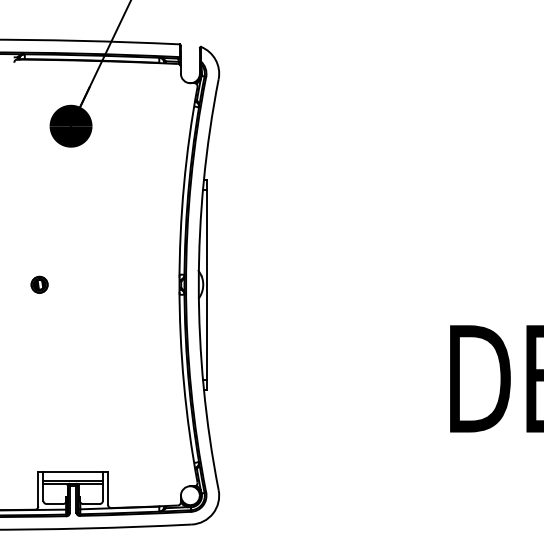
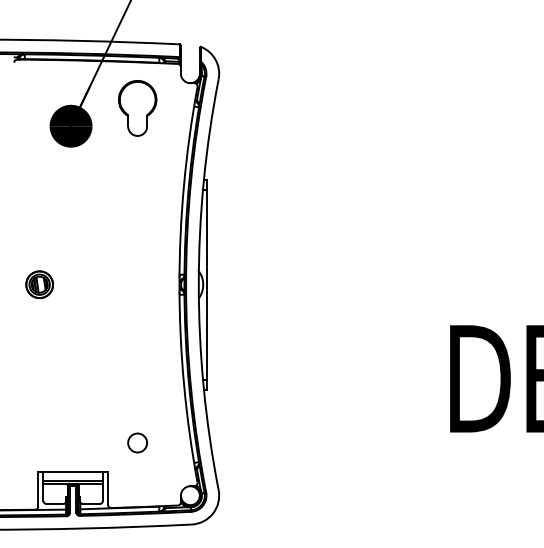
part at (137, 108): none -> present
part at (39, 284) size: 19x19 px -> 29x30 px
circle at (137, 442): none -> present
